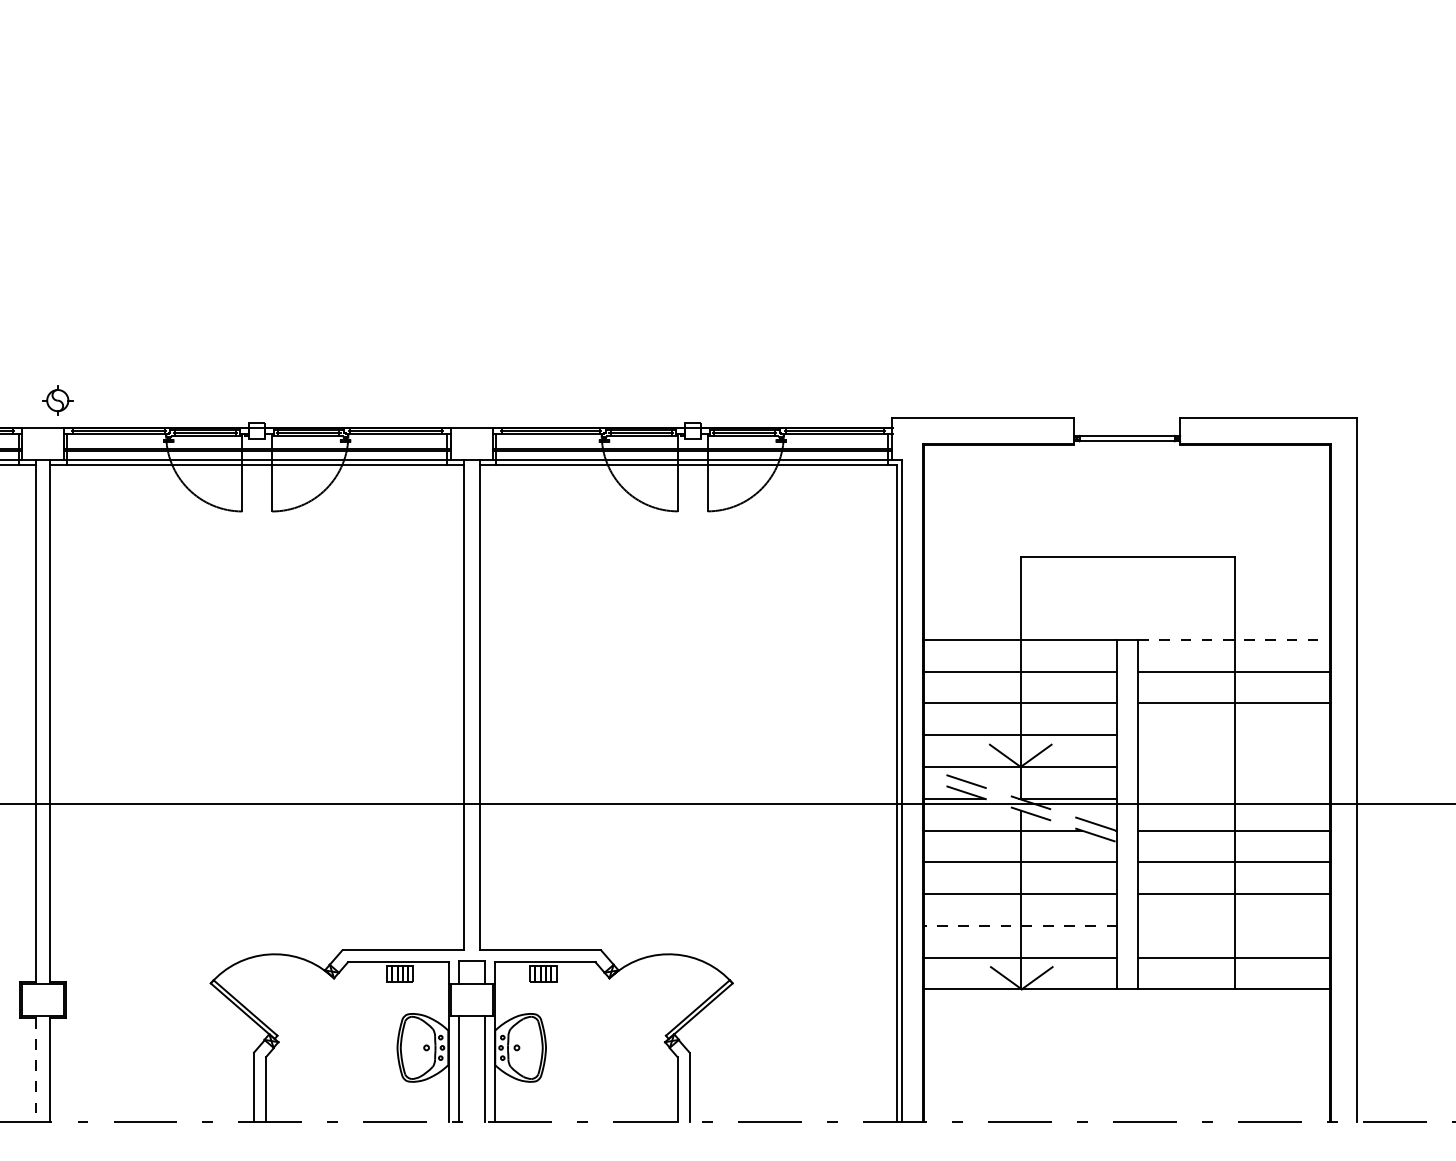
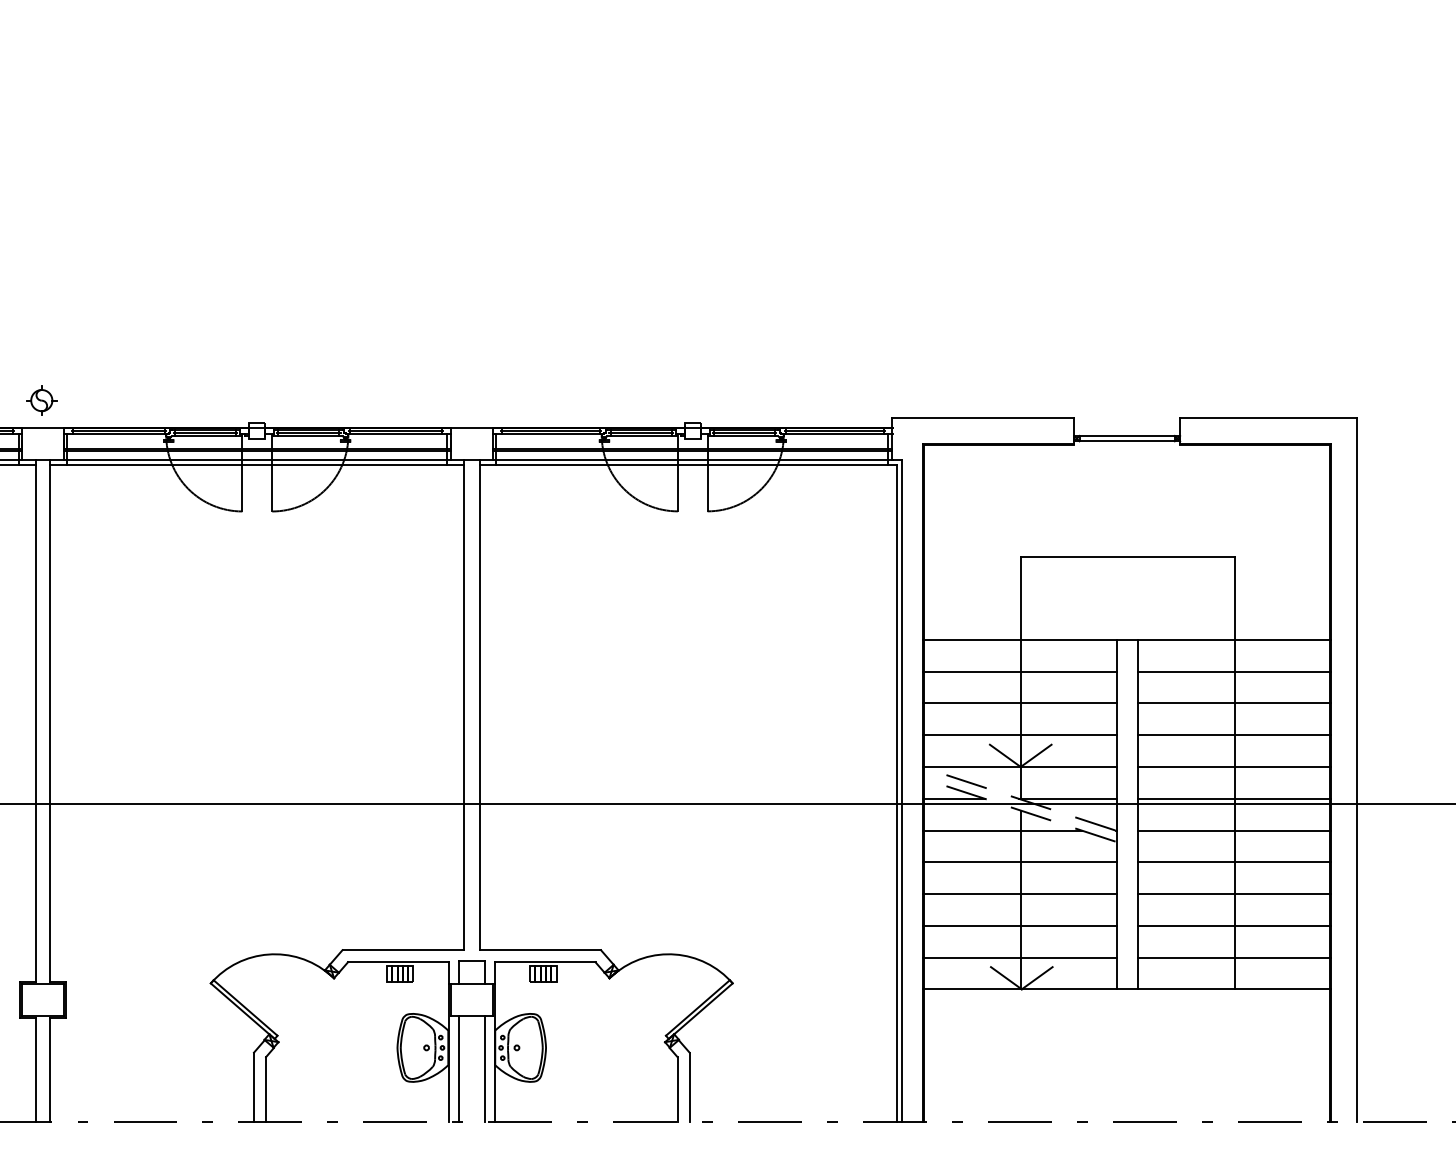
part at (57, 400) position: (57, 400) -> (41, 400)
line at (1235, 639): dashed -> solid
line at (1234, 735): none -> present
line at (1234, 766): none -> present
line at (1234, 798): none -> present
line at (1020, 925): dashed -> solid
line at (1234, 925): none -> present
line at (36, 1070): dashed -> solid
